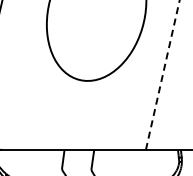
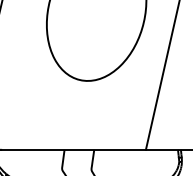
line at (162, 75): dashed -> solid
